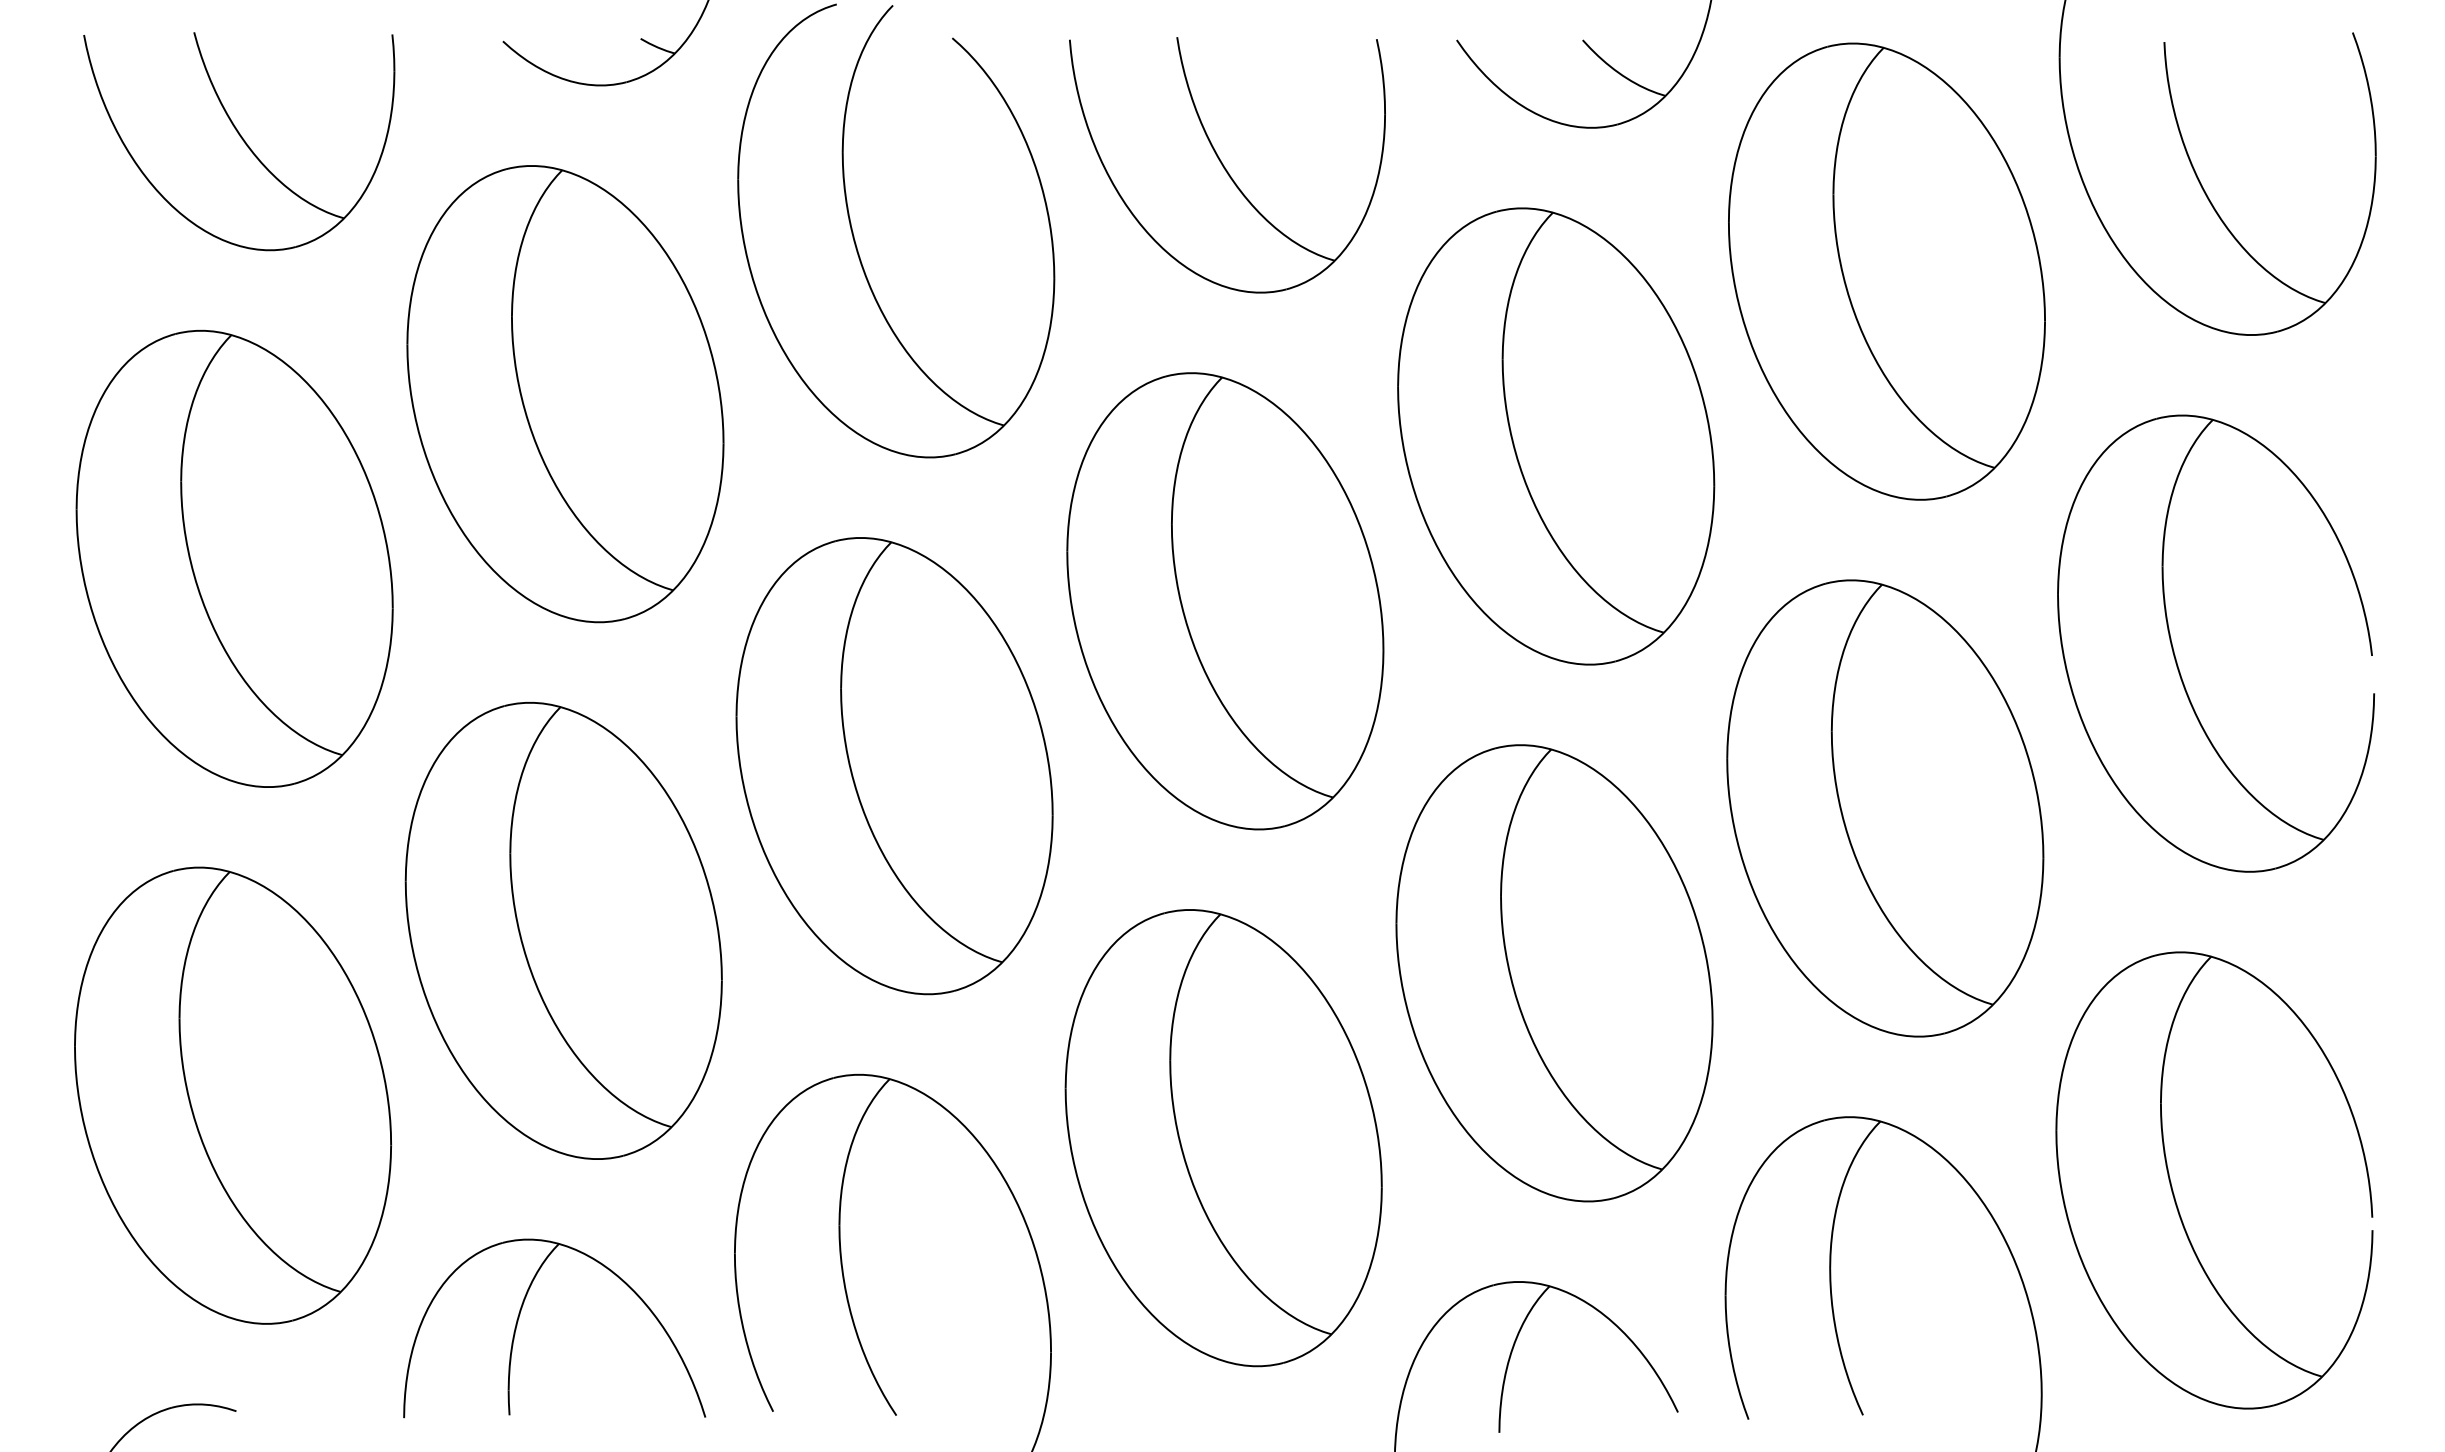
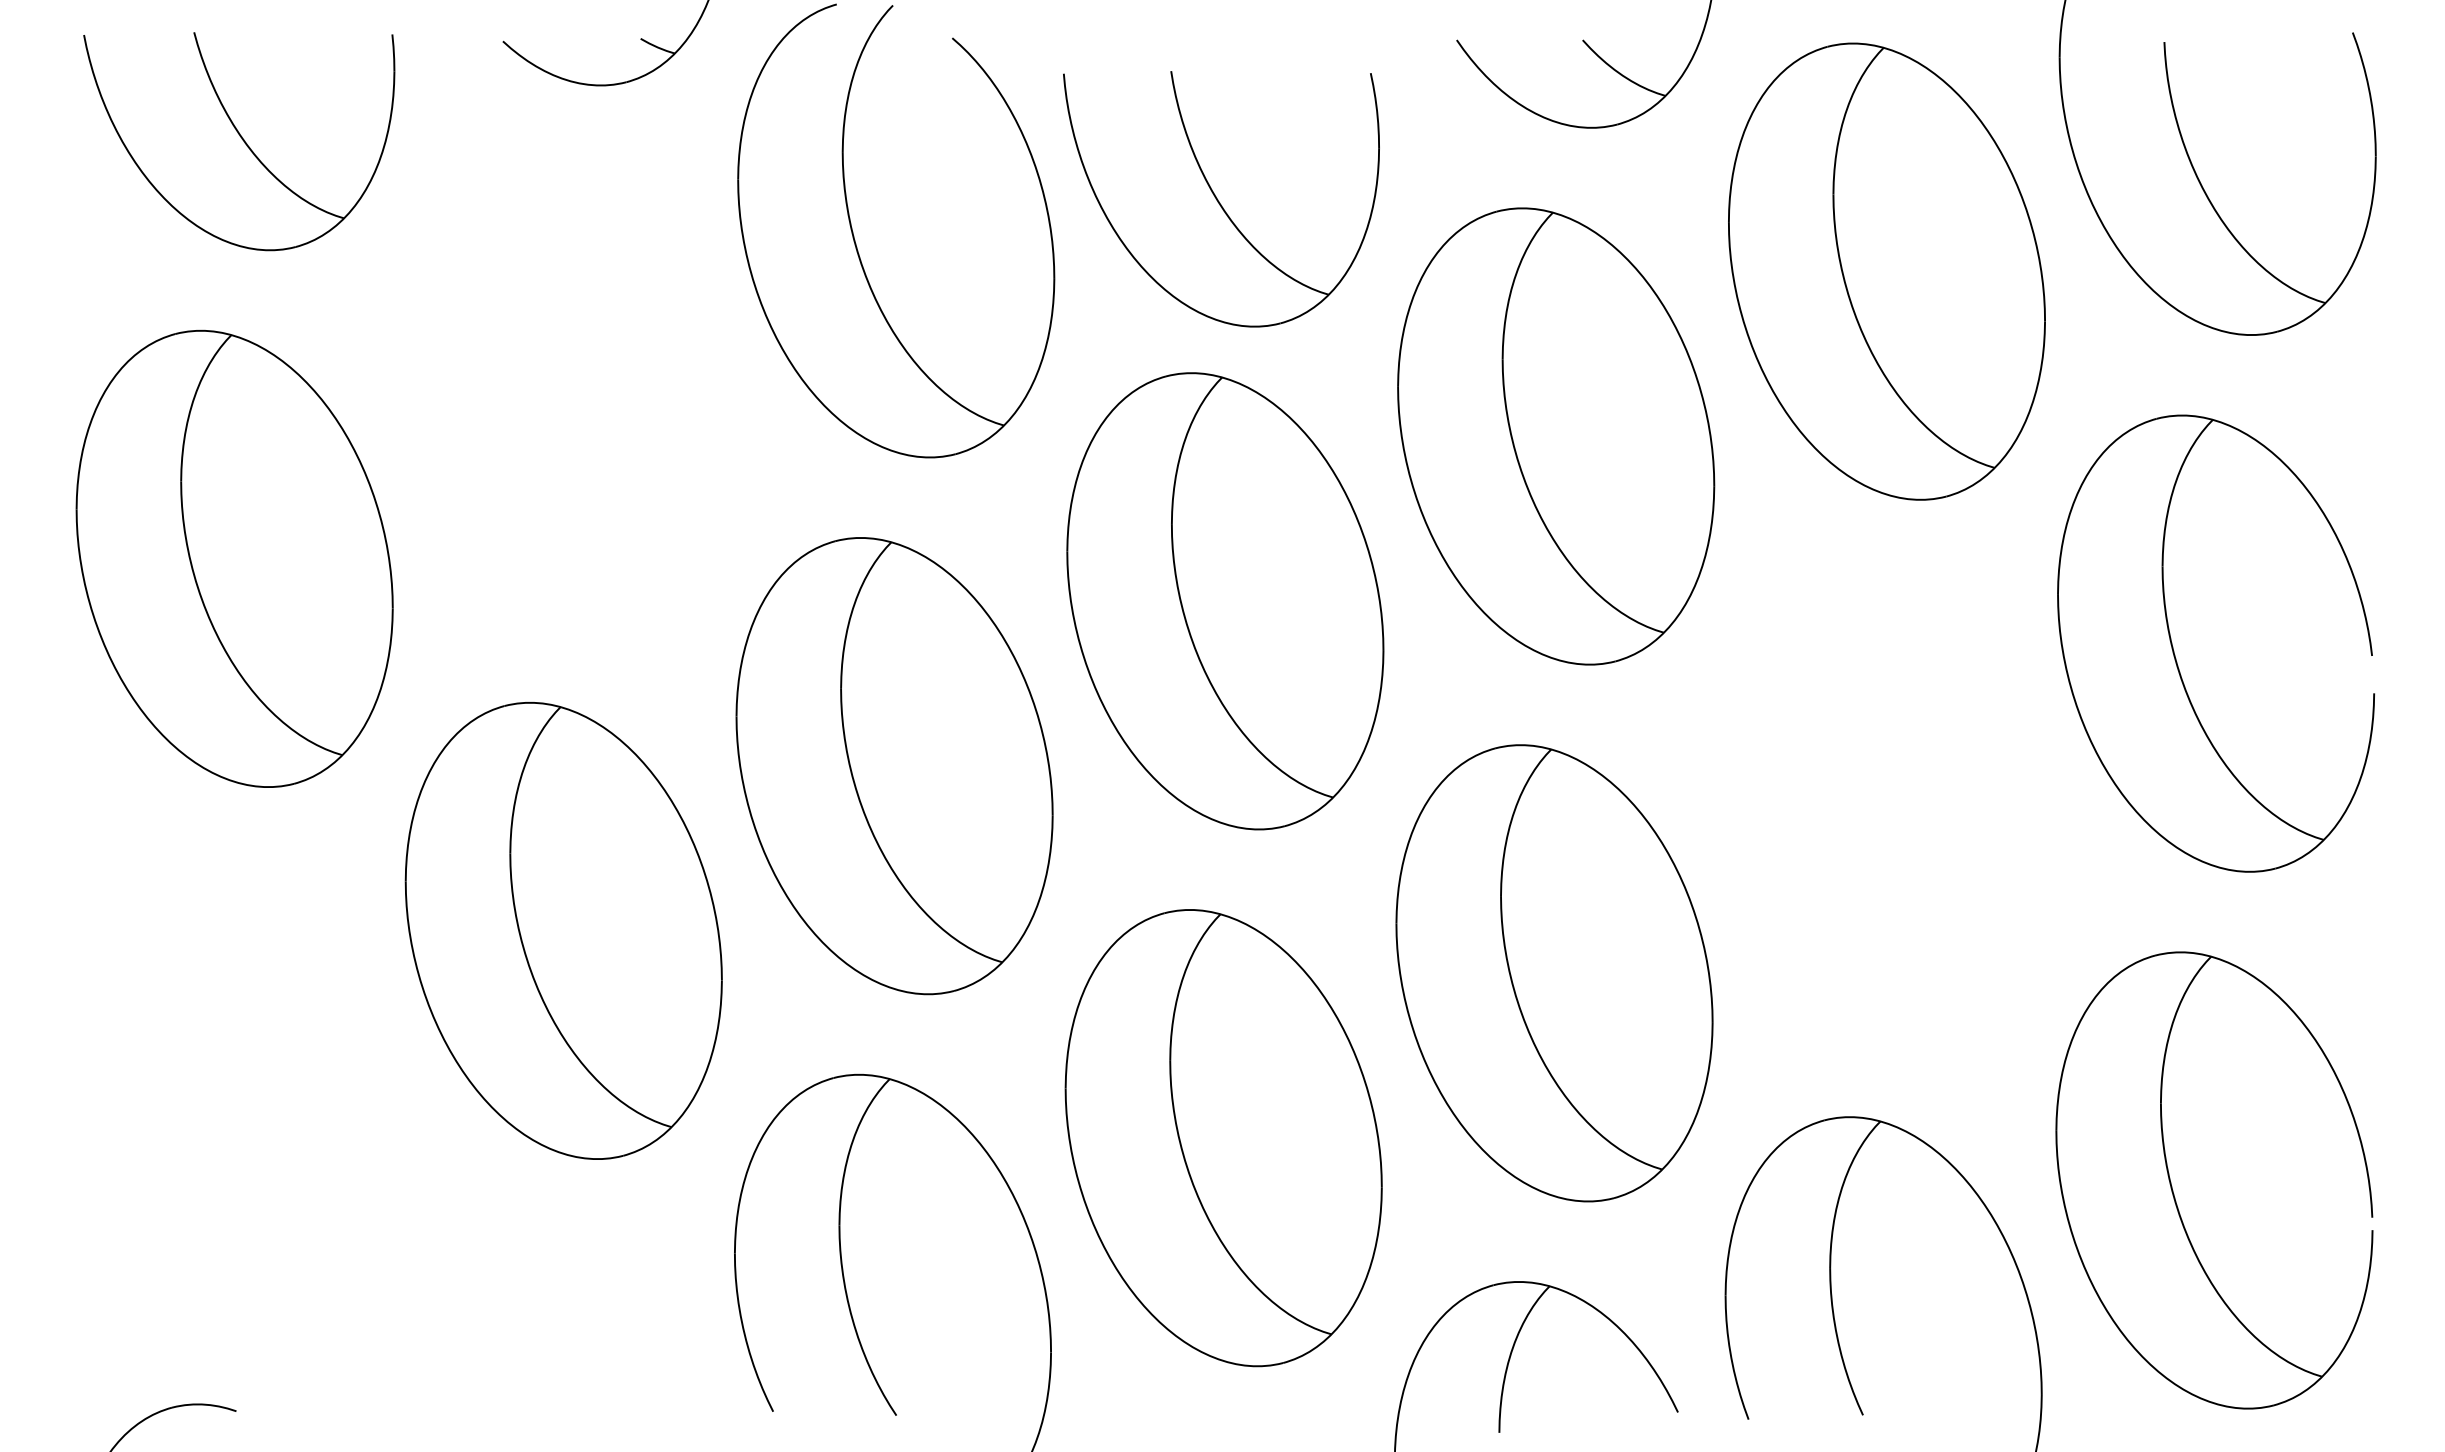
part at (1227, 165) position: (1227, 165) -> (1221, 199)
part at (565, 394): present -> none
part at (1885, 808): present -> none
part at (232, 1095): present -> none
part at (519, 1318): present -> none
